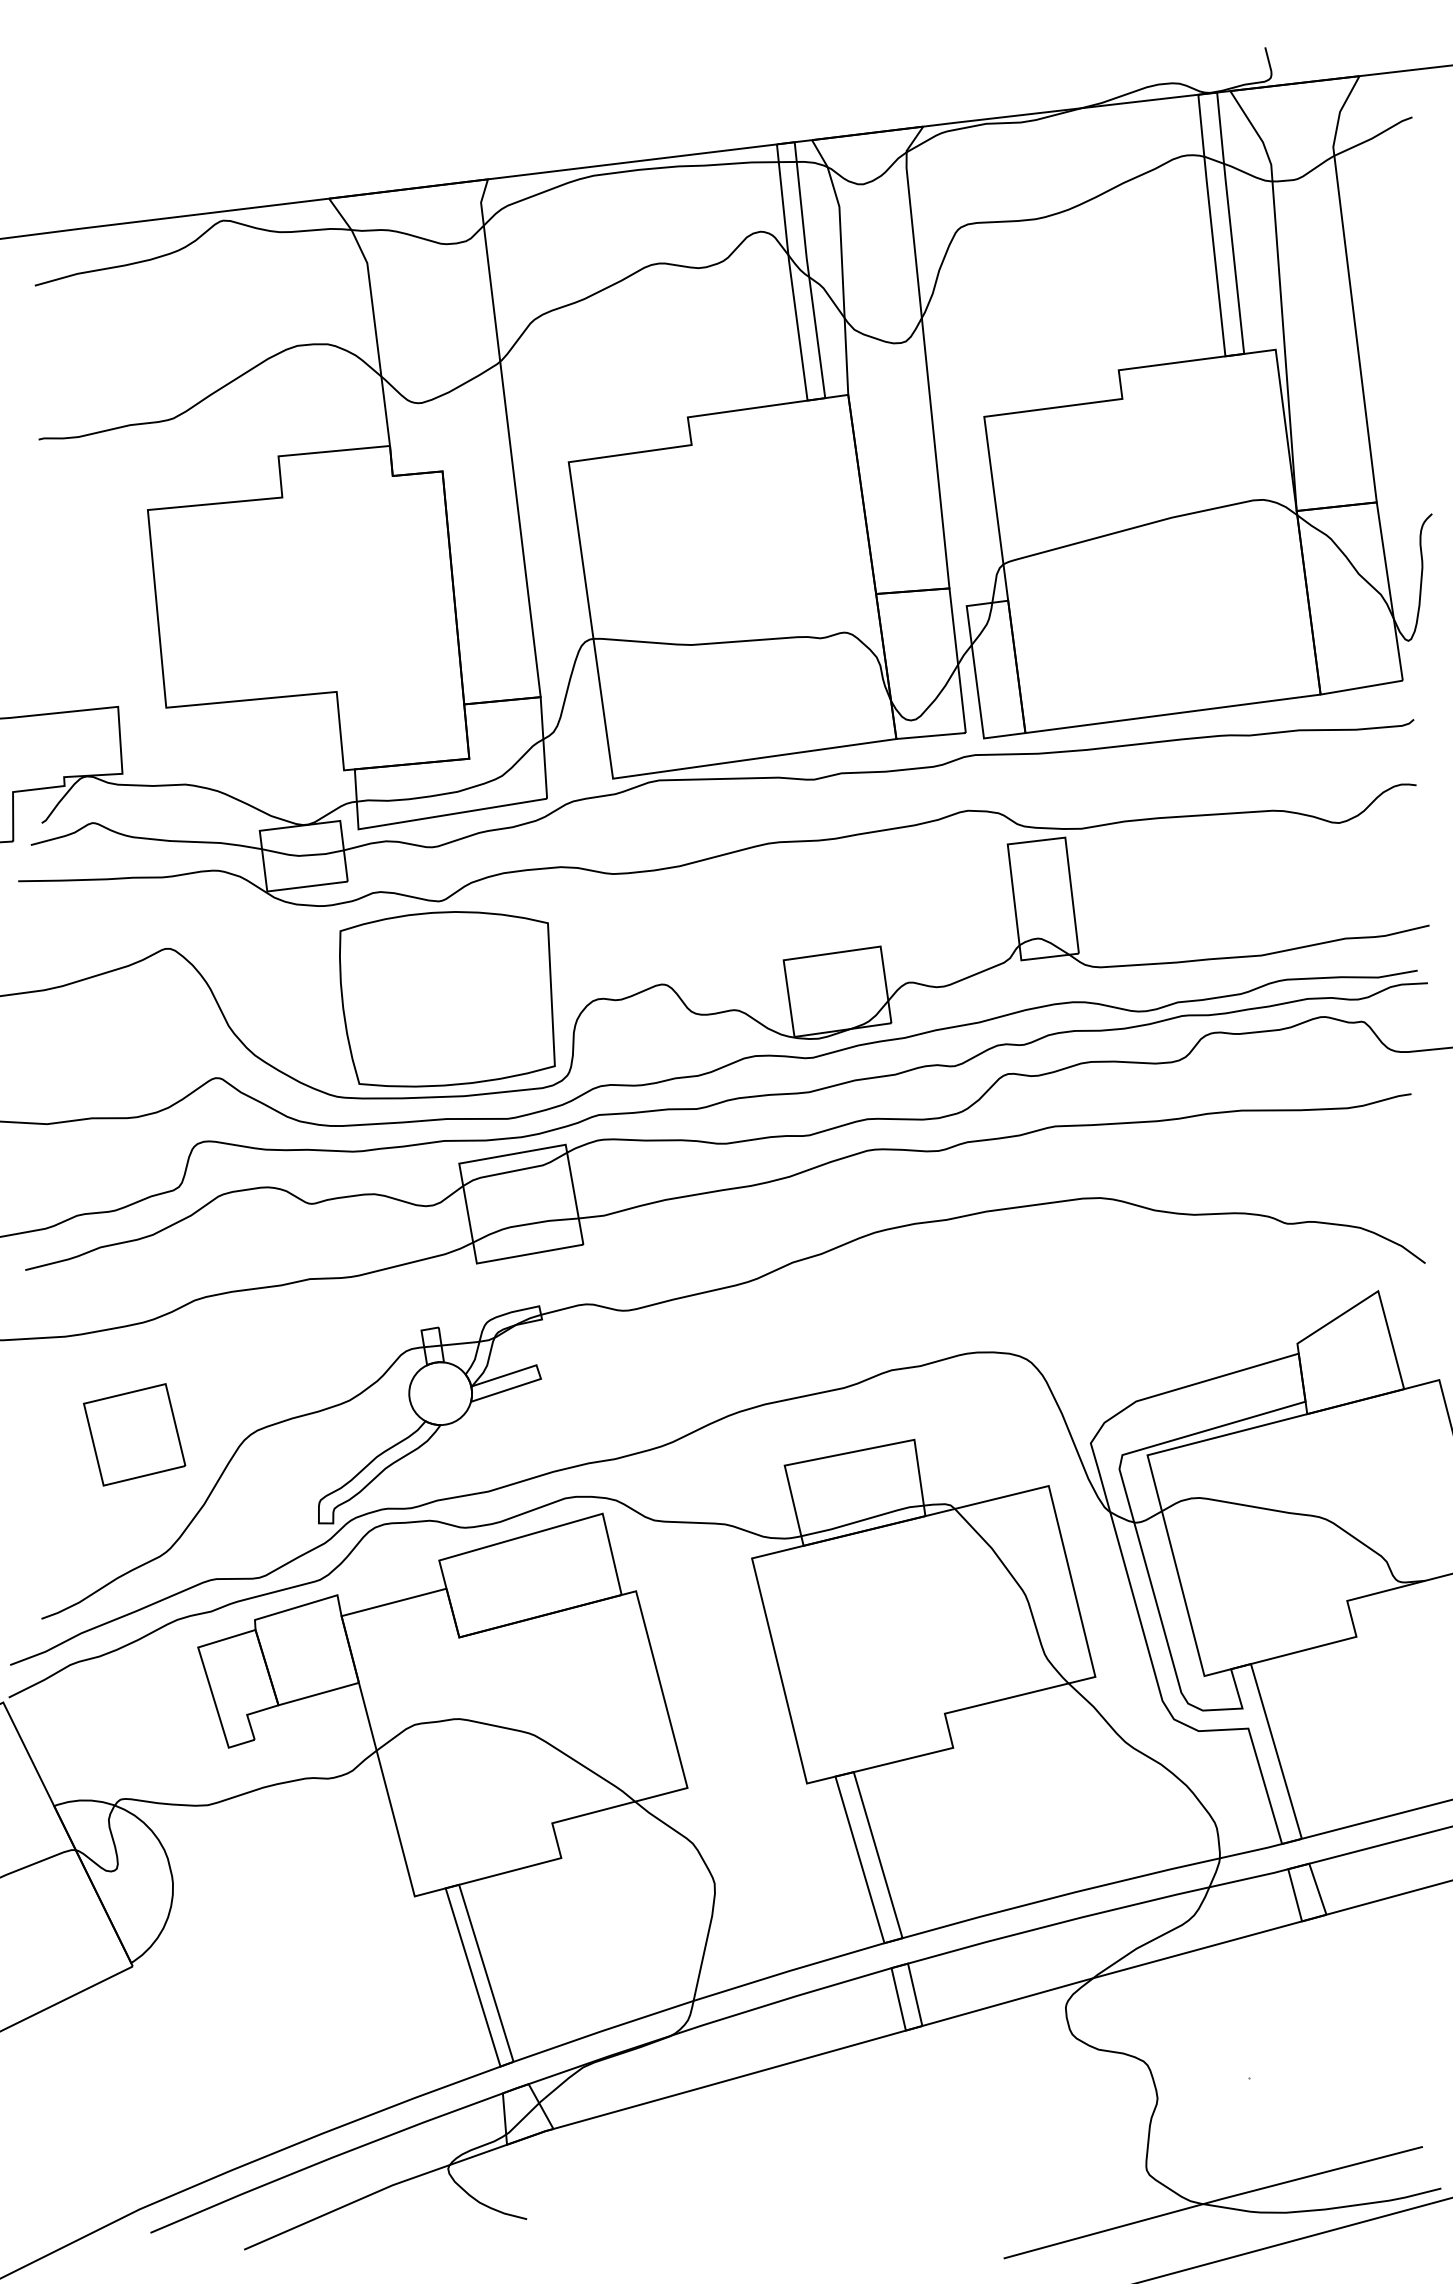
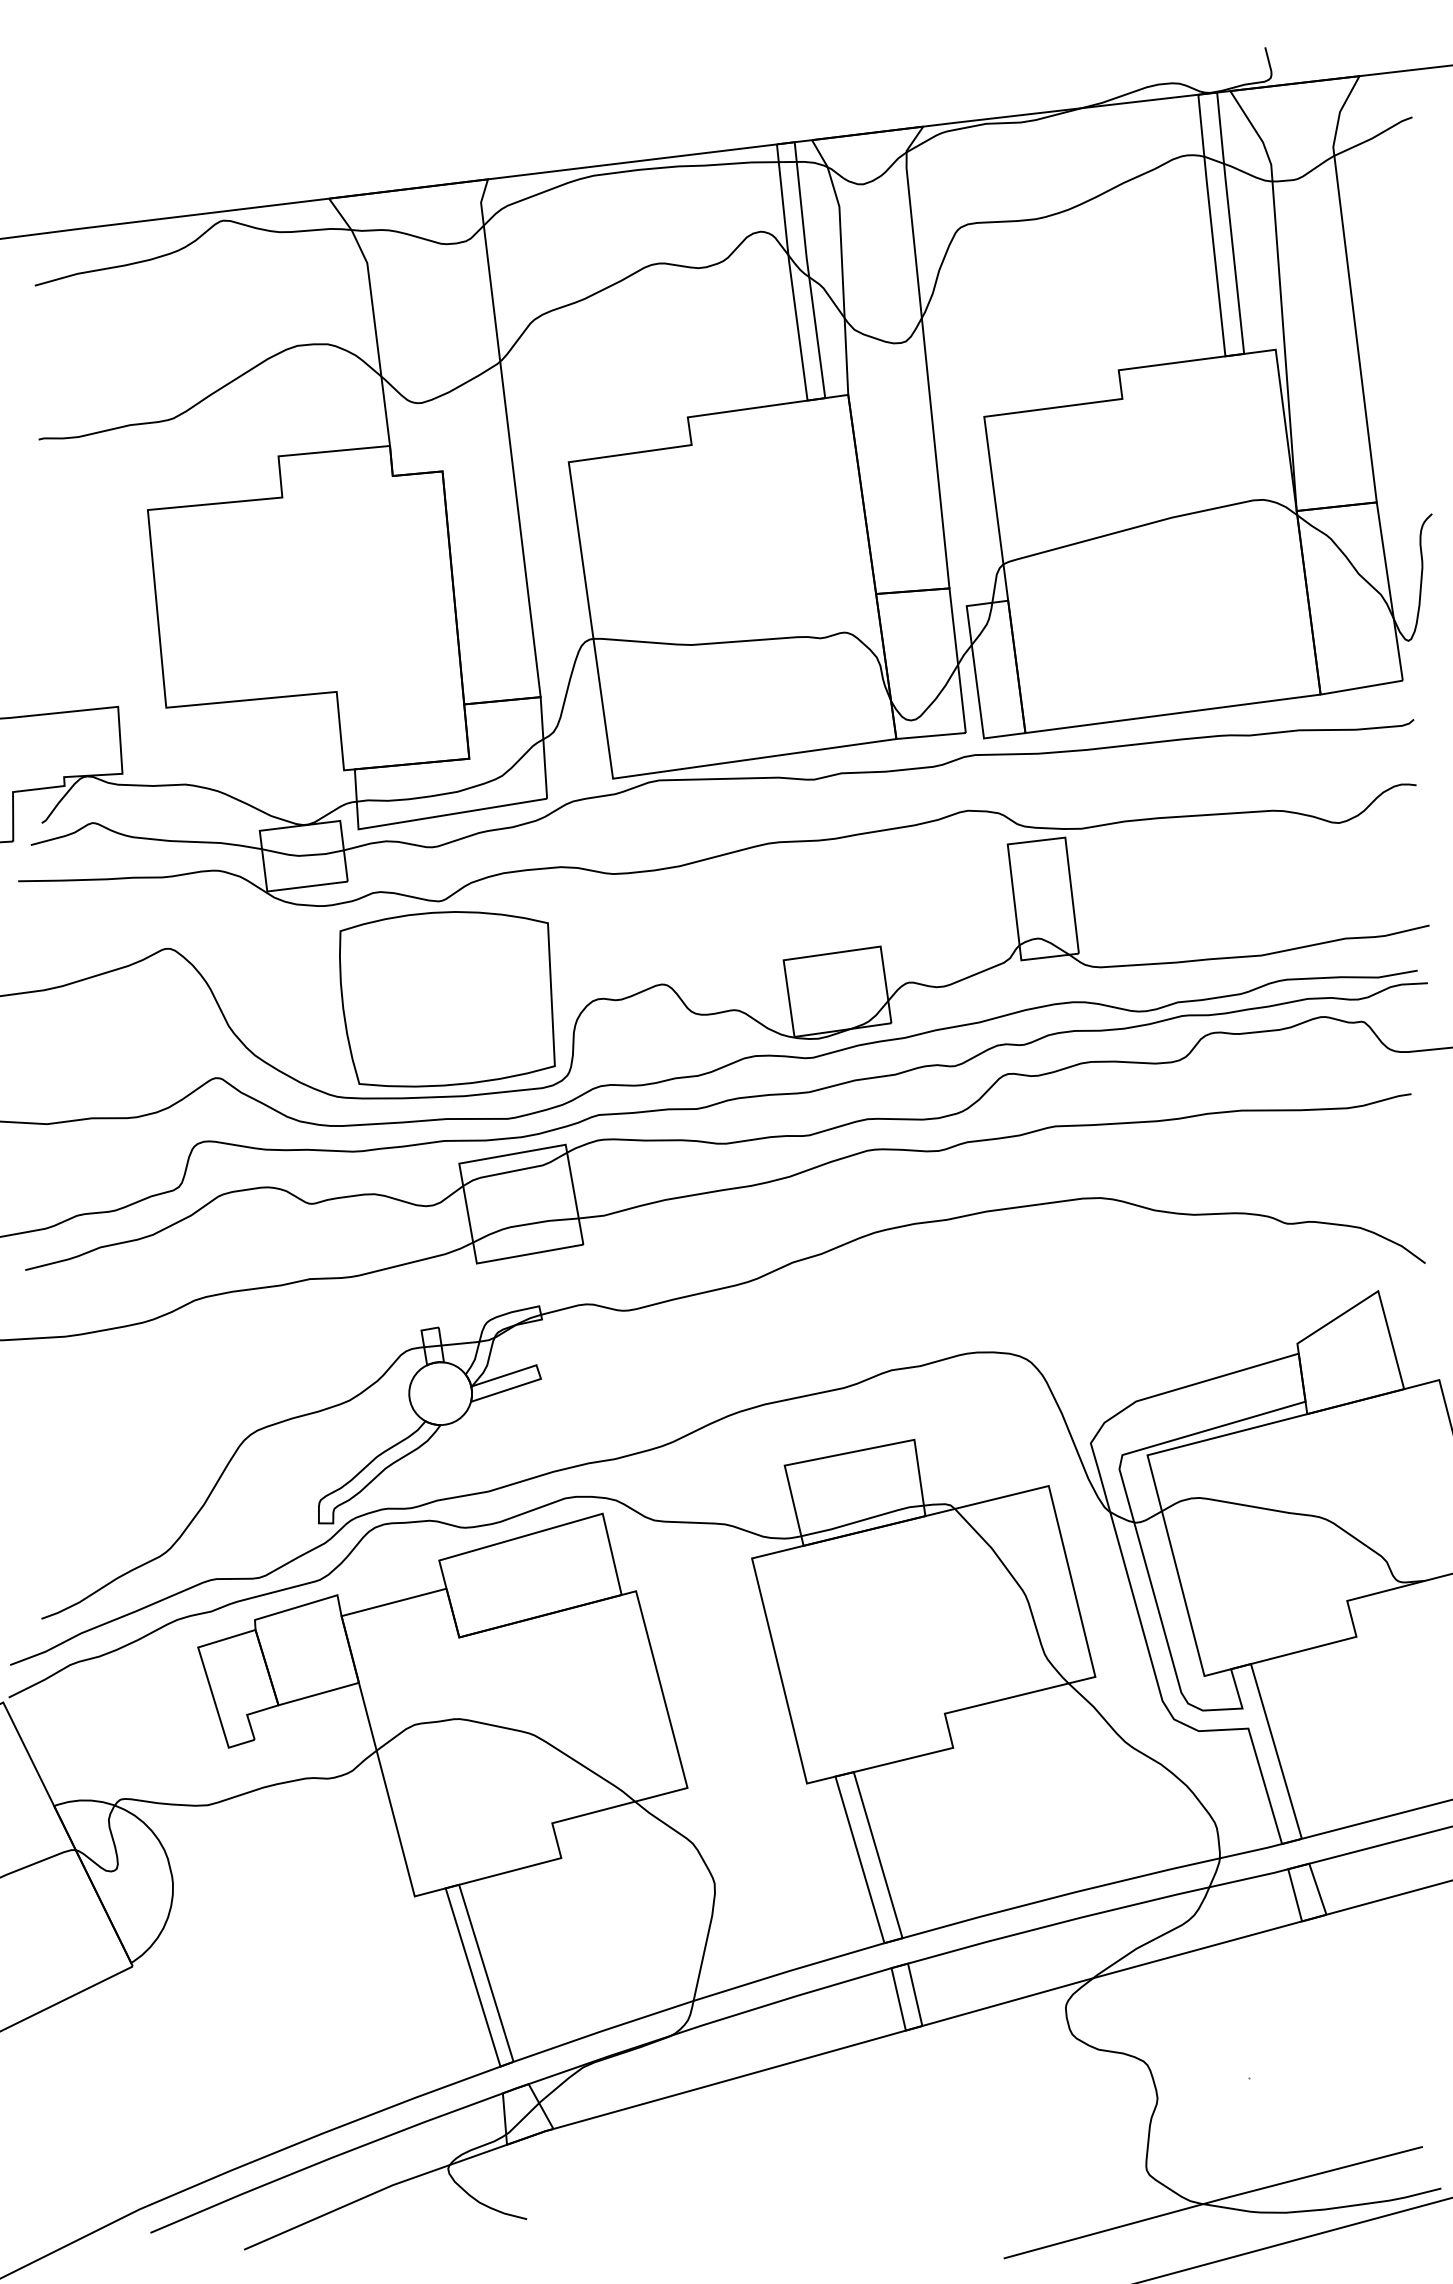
part at (134, 1434): present -> none
